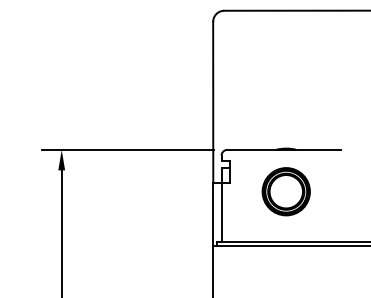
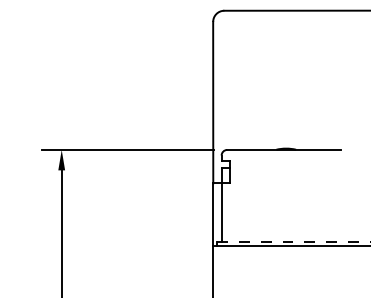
part at (285, 191): present -> none
line at (294, 241): solid -> dashed
